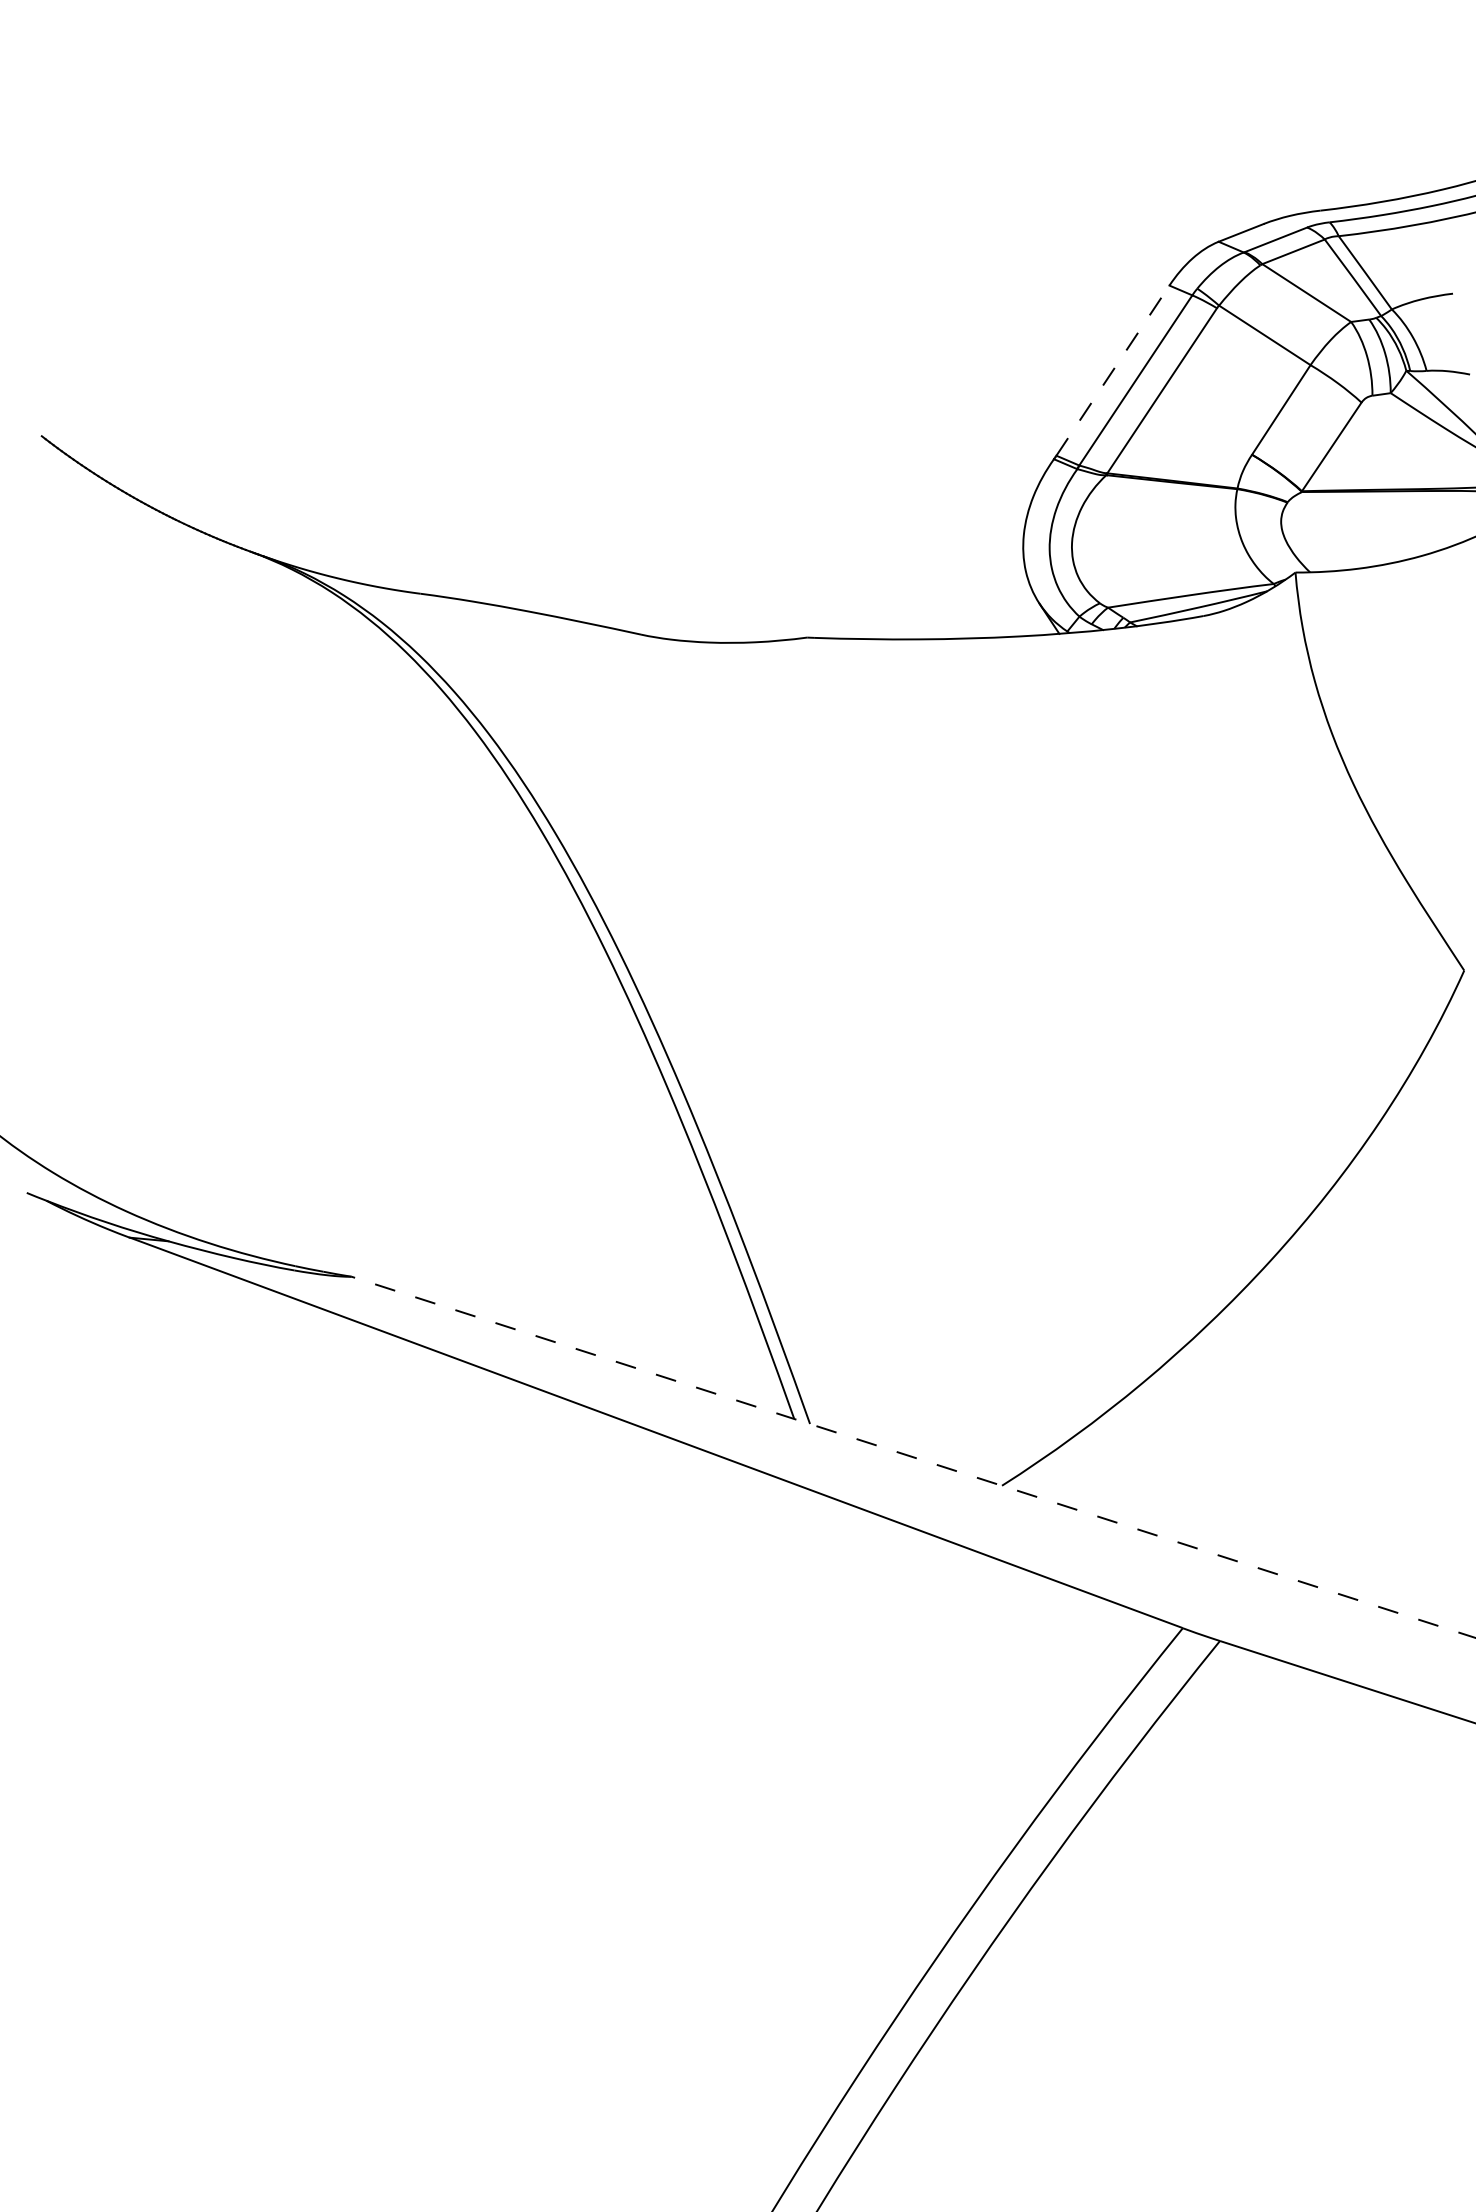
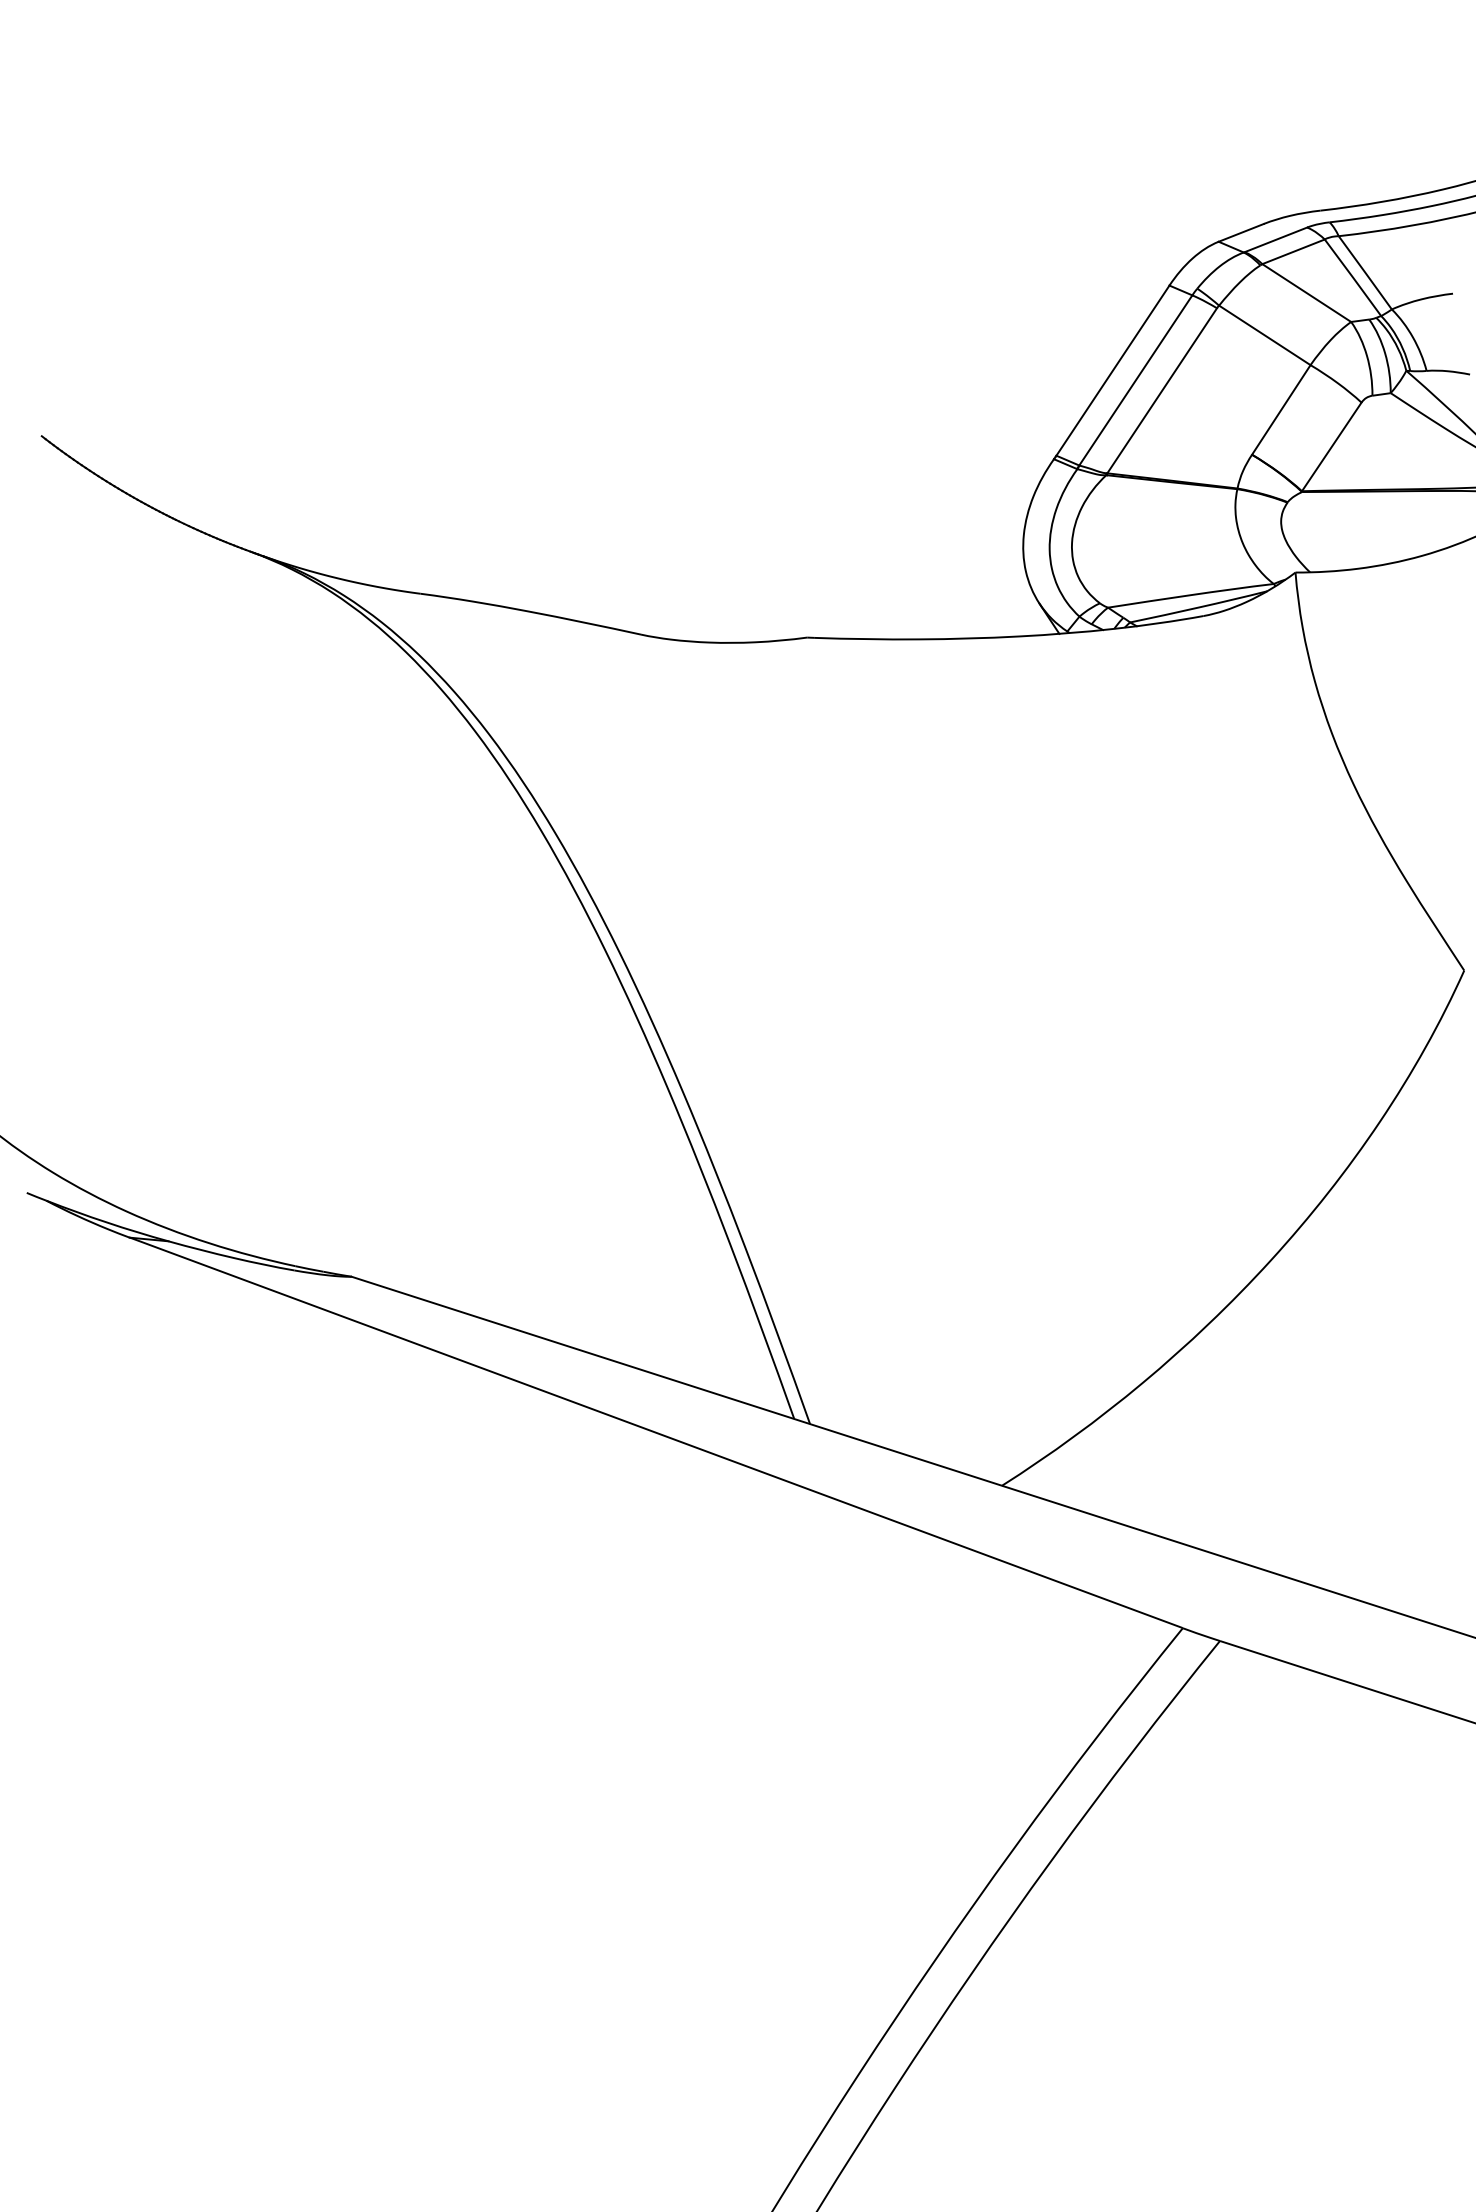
line at (1113, 370): dashed -> solid
line at (913, 1457): dashed -> solid
